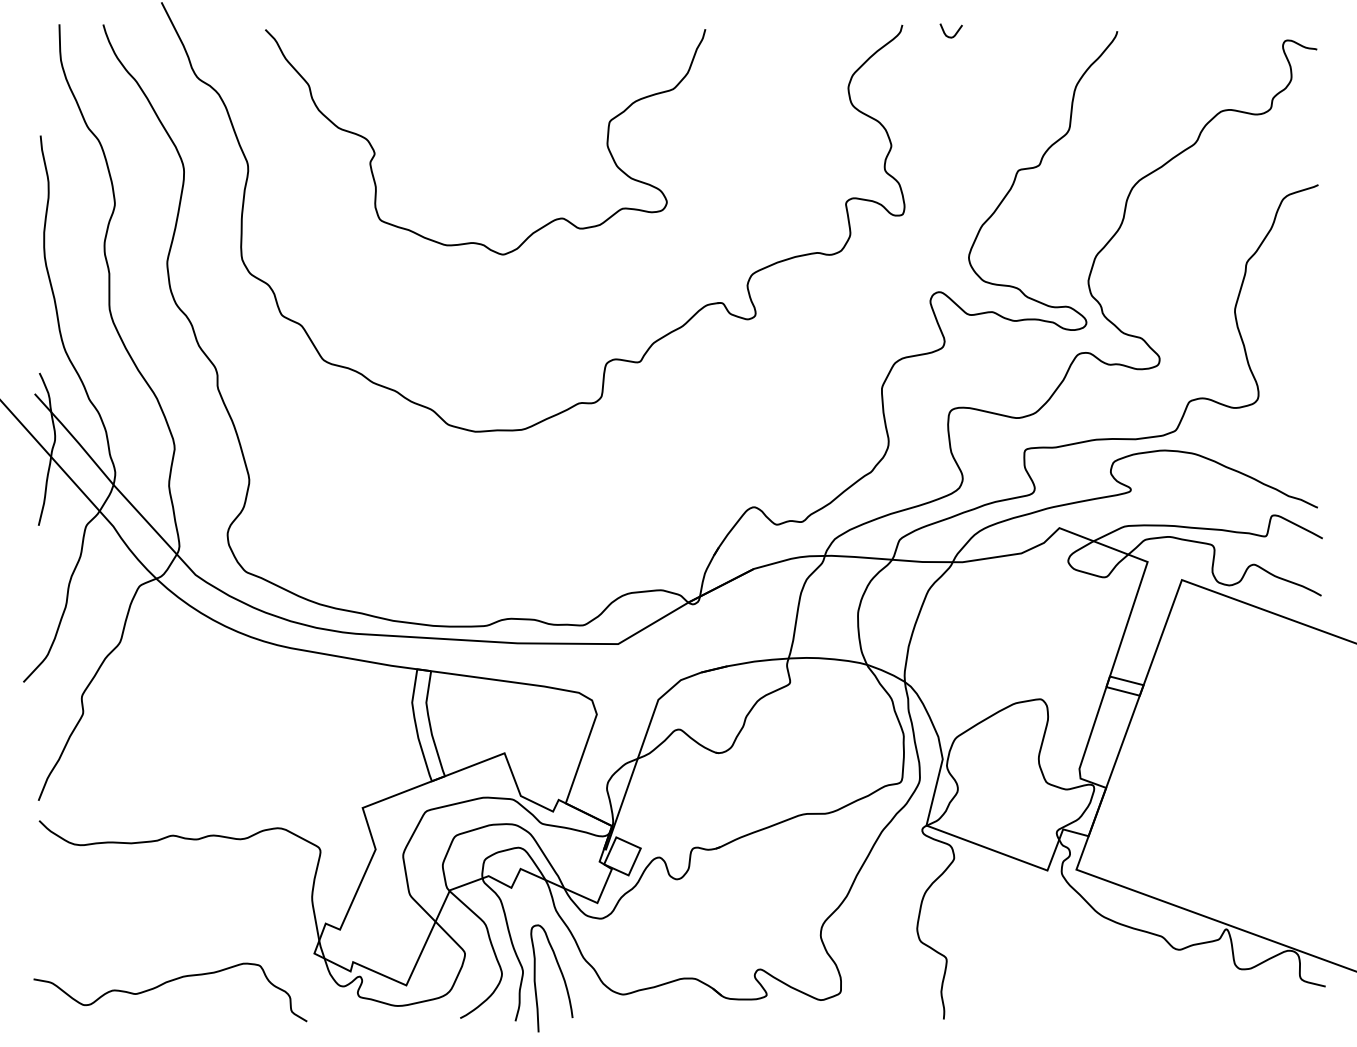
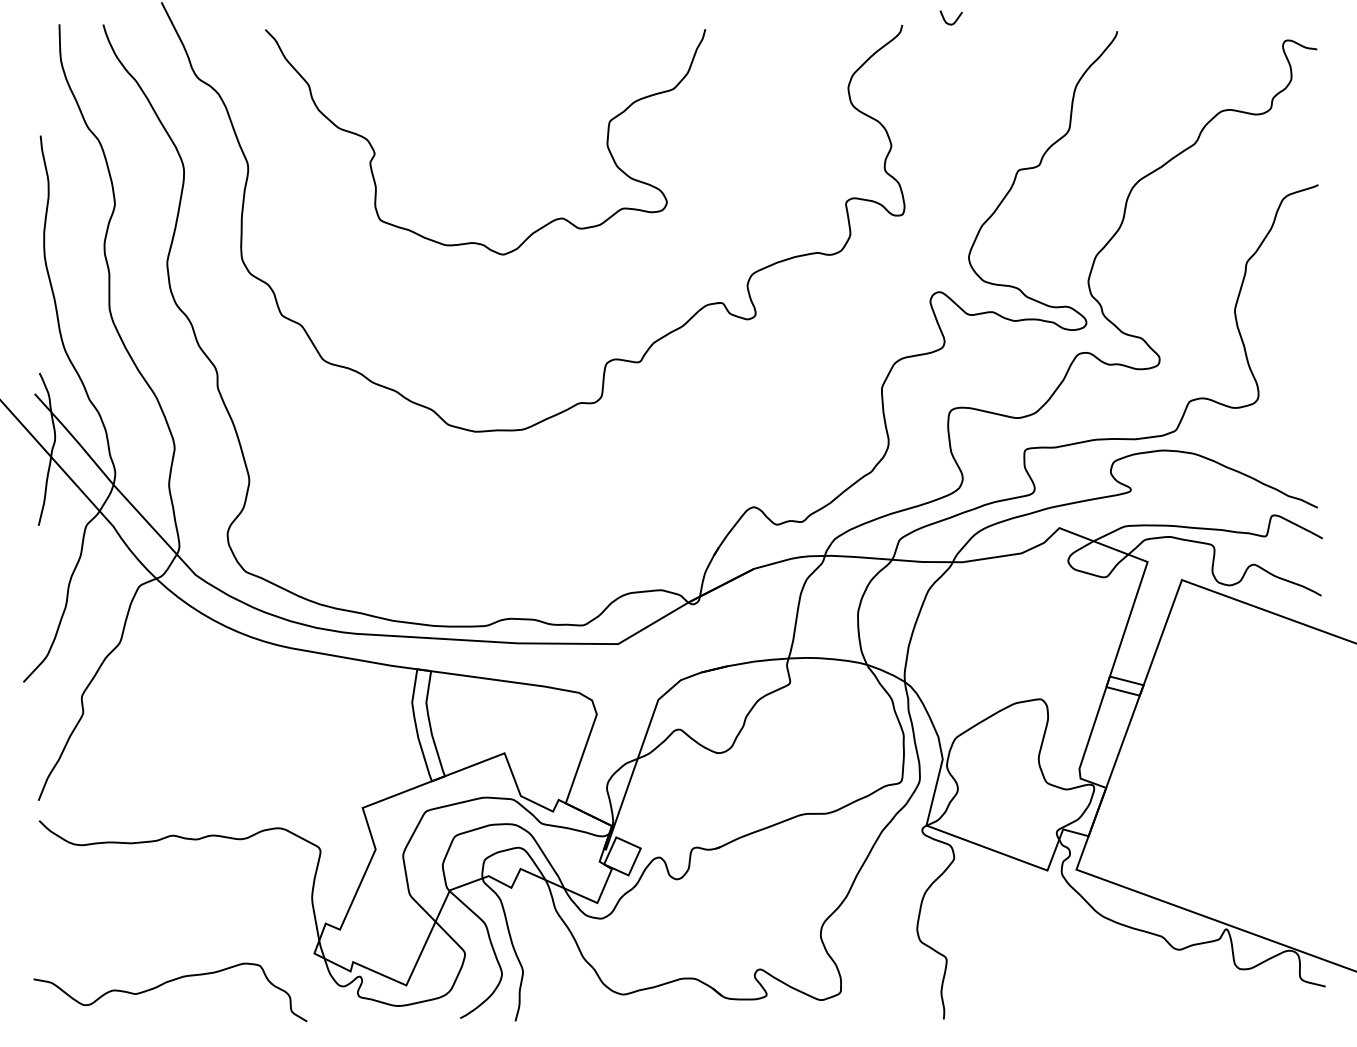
curve at (945, 32) position: (945, 32) -> (945, 19)
curve at (561, 975): present -> none
